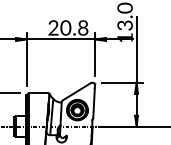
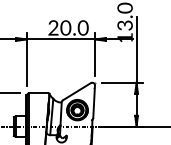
text at (82, 28): 20.8 -> 20.0
